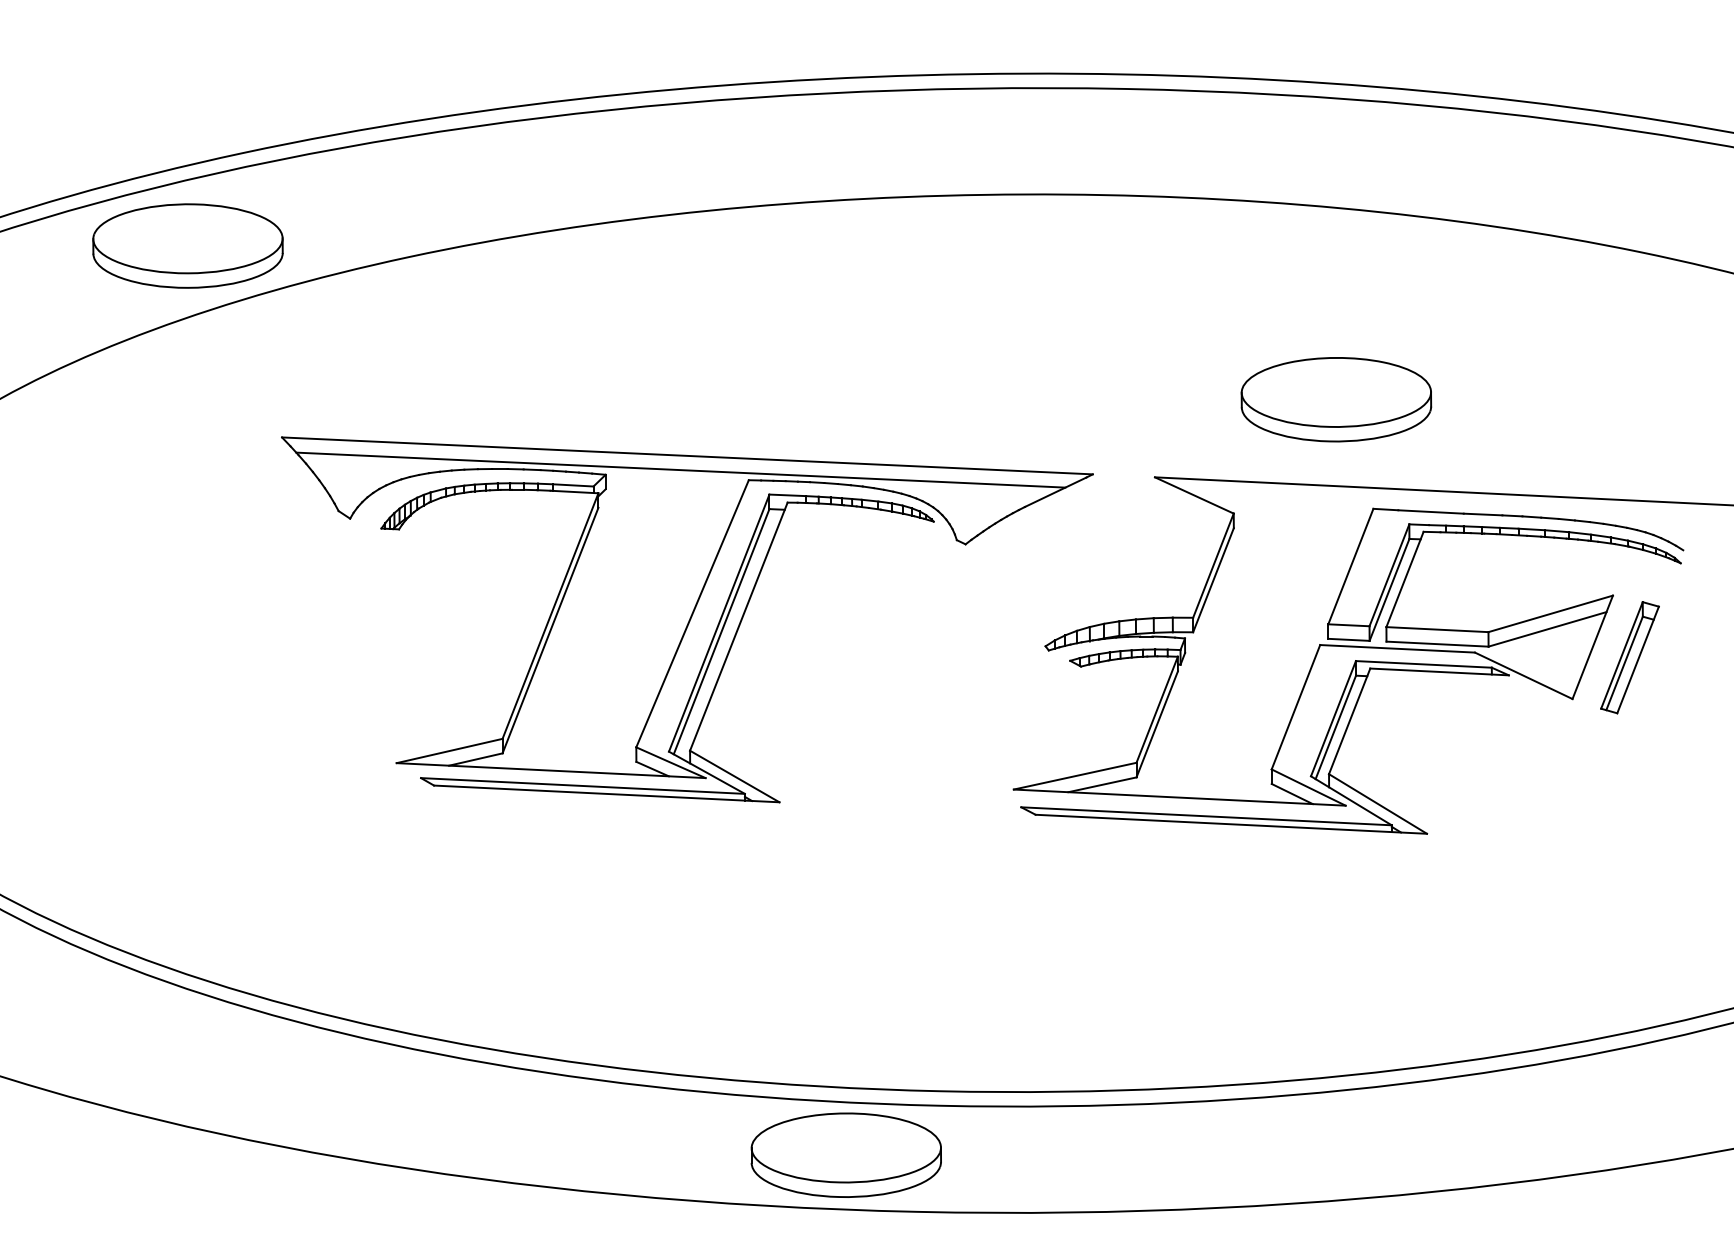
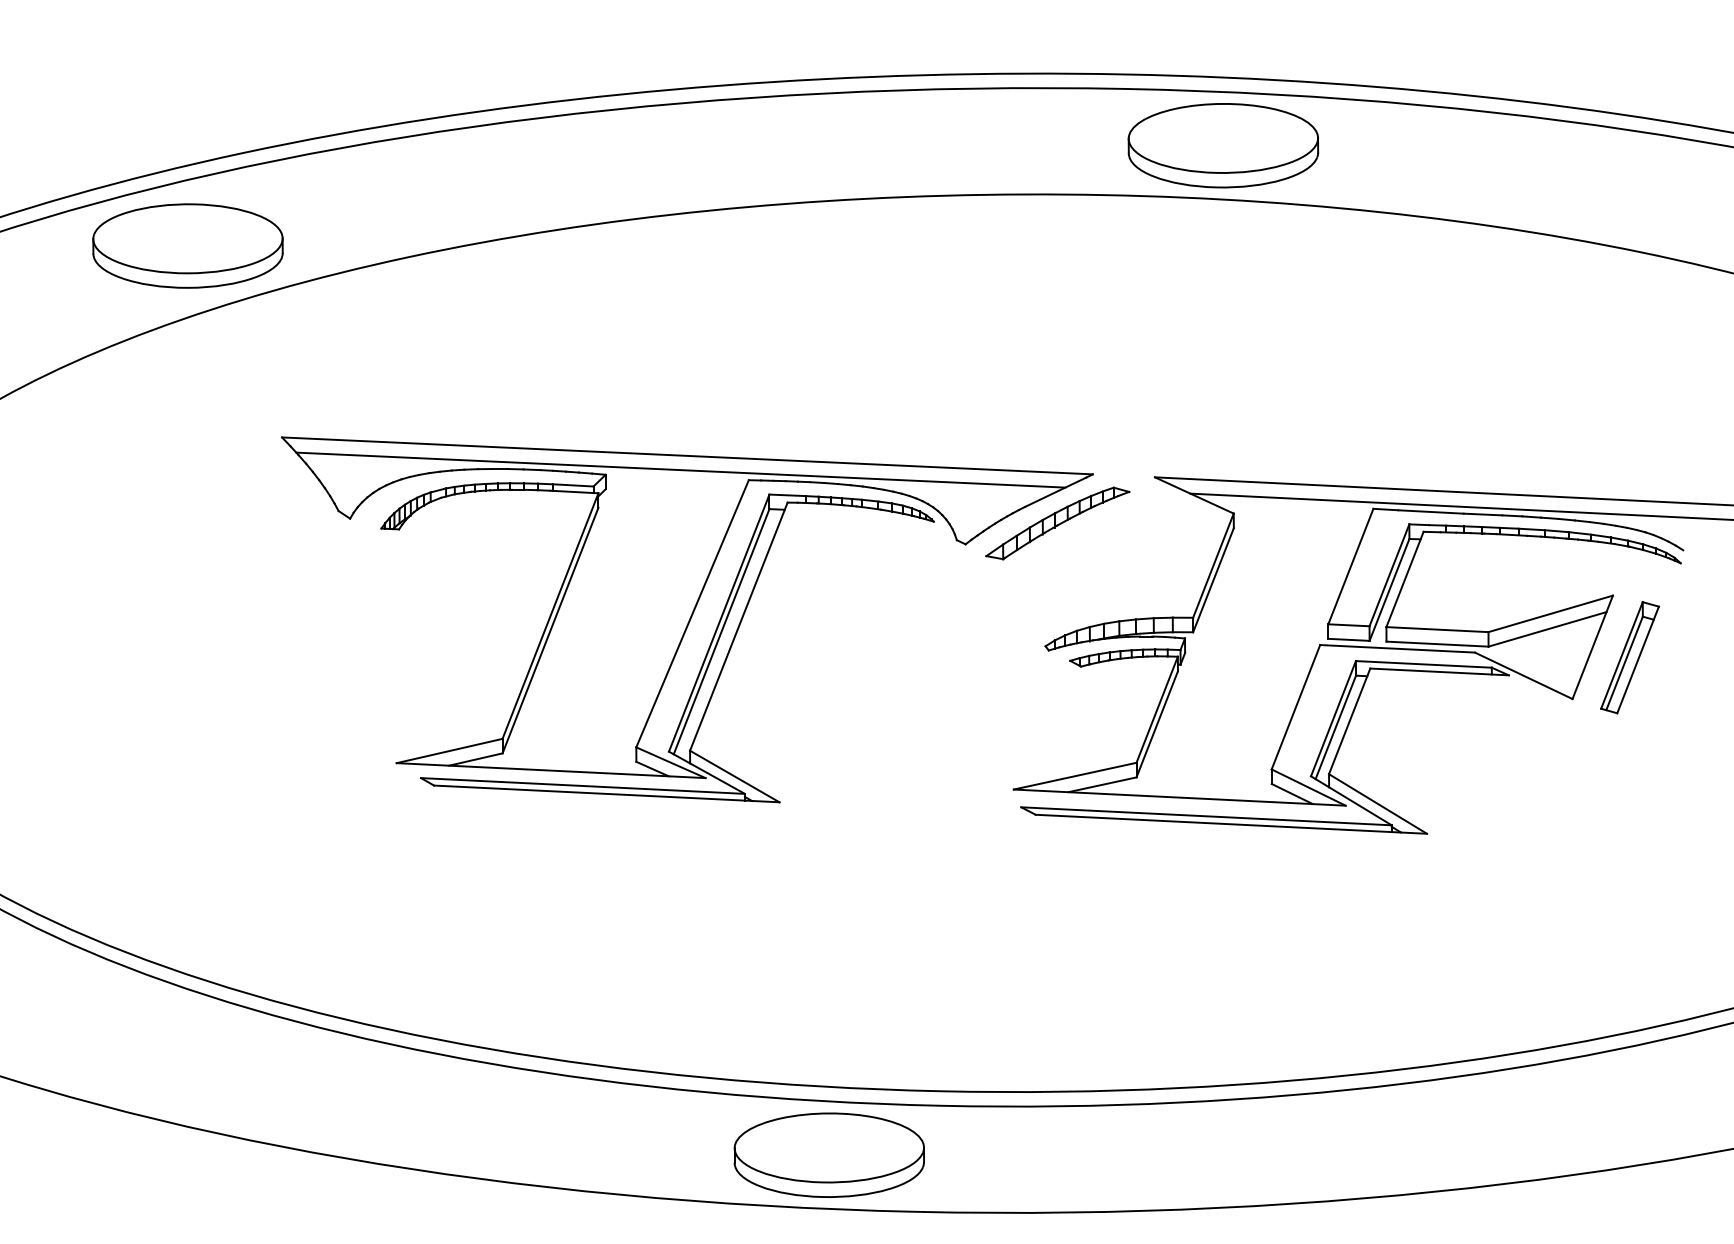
part at (1336, 399) position: (1336, 399) -> (1223, 145)
line at (1460, 506): none -> present
part at (1057, 523): none -> present
part at (845, 1154) position: (845, 1154) -> (828, 1154)
